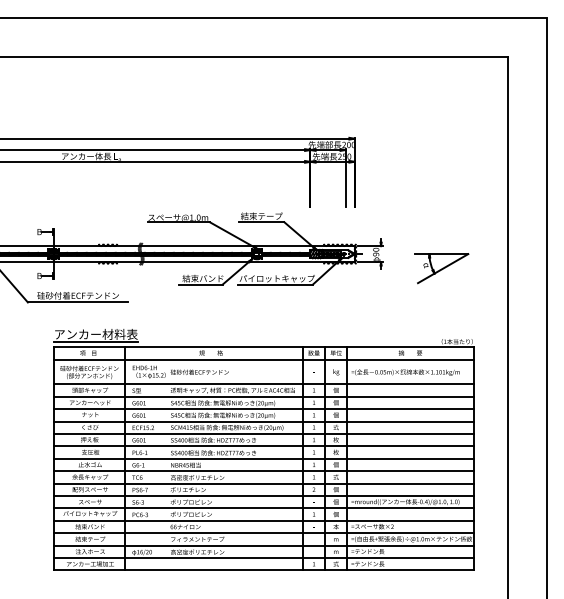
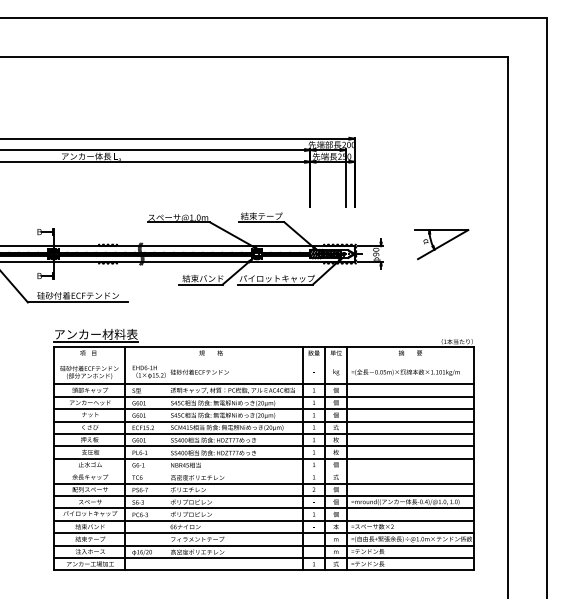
part at (441, 268) position: (441, 268) -> (441, 244)
line at (264, 359): present -> none
line at (264, 471): present -> none
